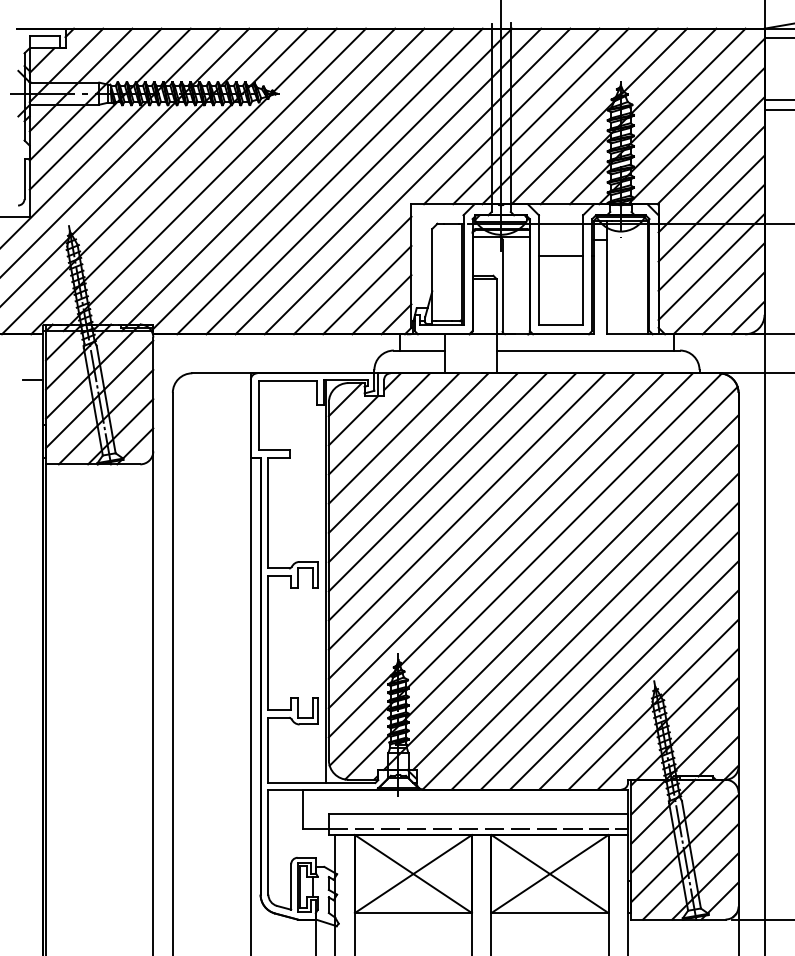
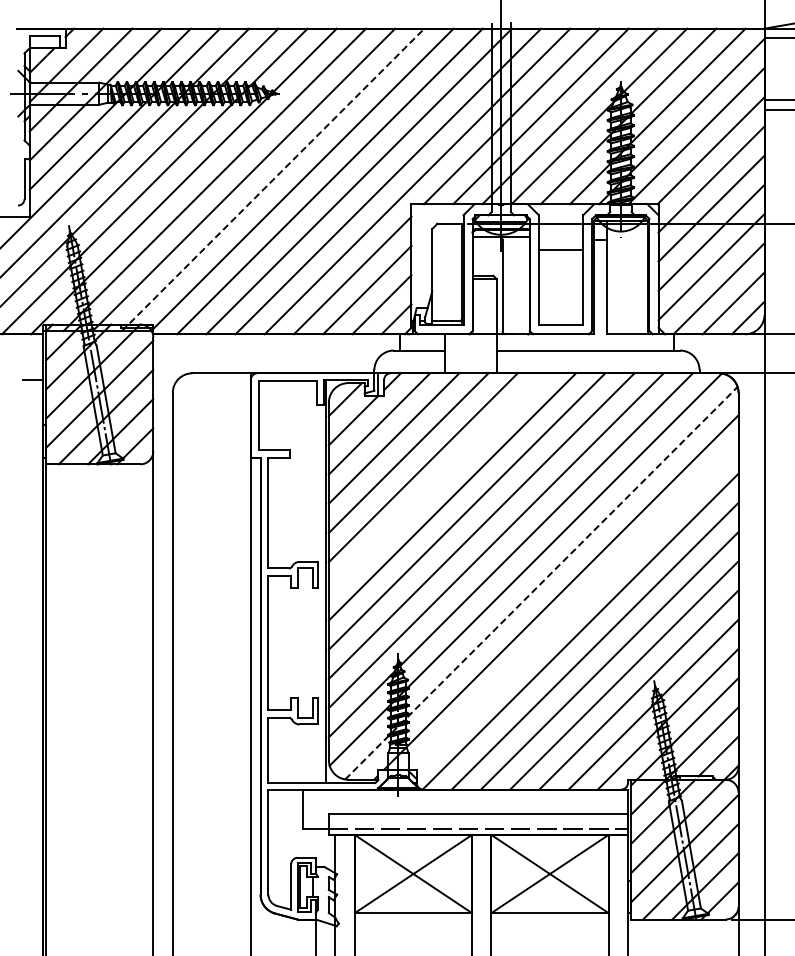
line at (273, 179): solid -> dashed
line at (560, 256) position: (560, 256) -> (560, 250)
line at (437, 482): present -> none
line at (541, 583): solid -> dashed
line at (575, 606): present -> none
